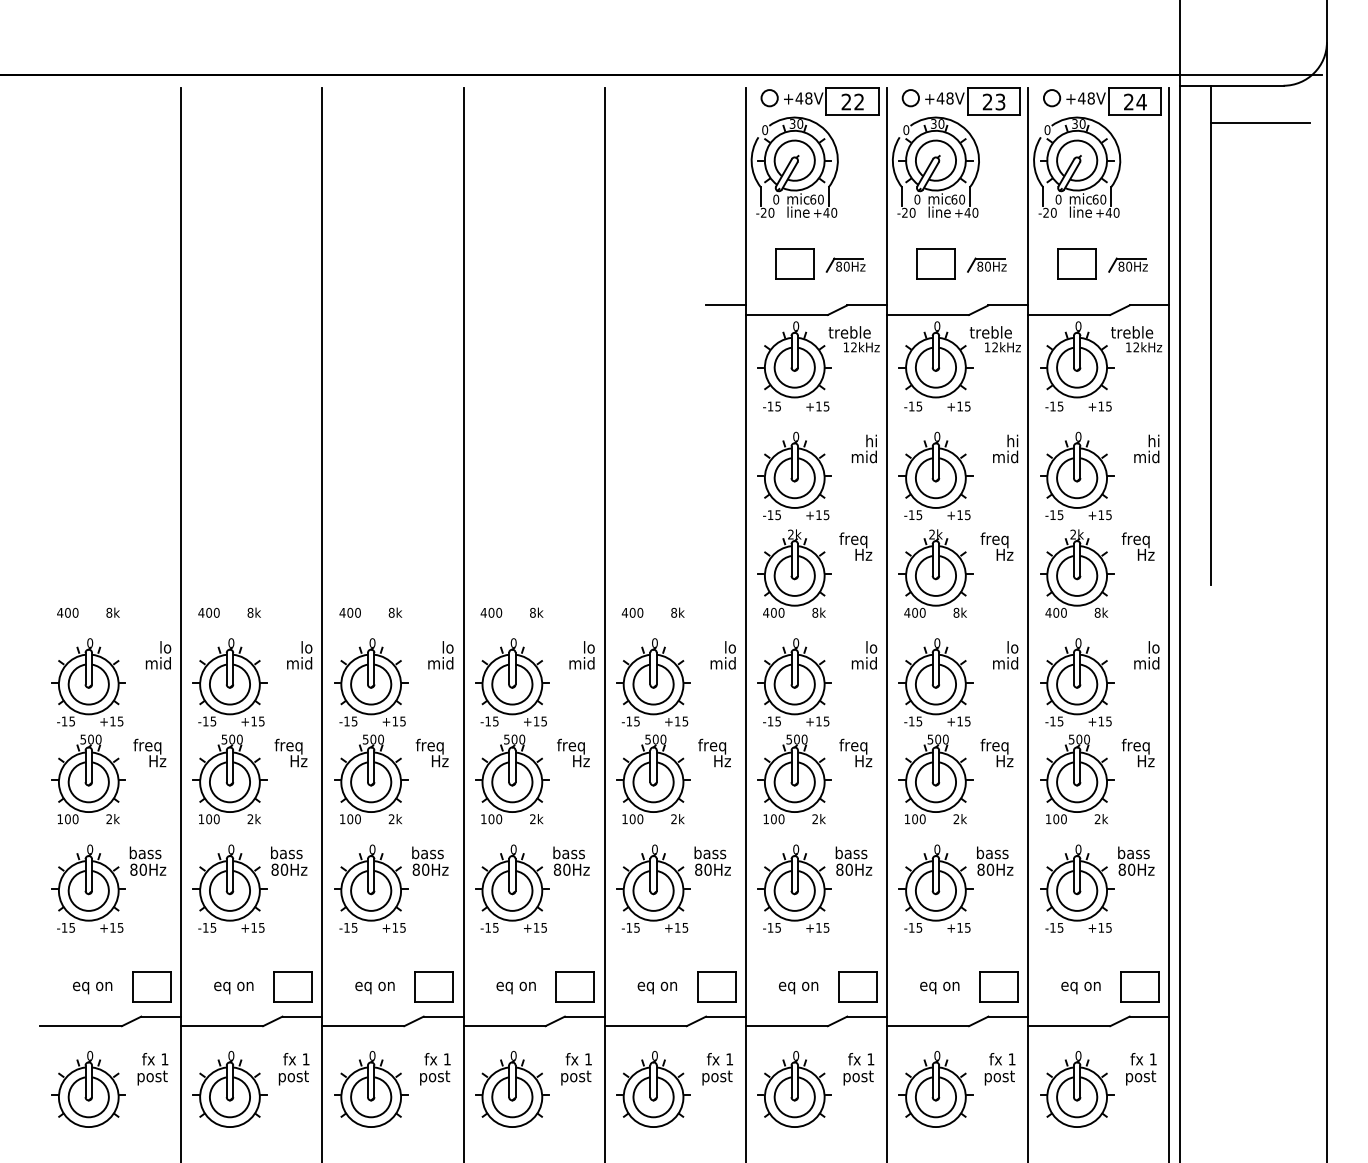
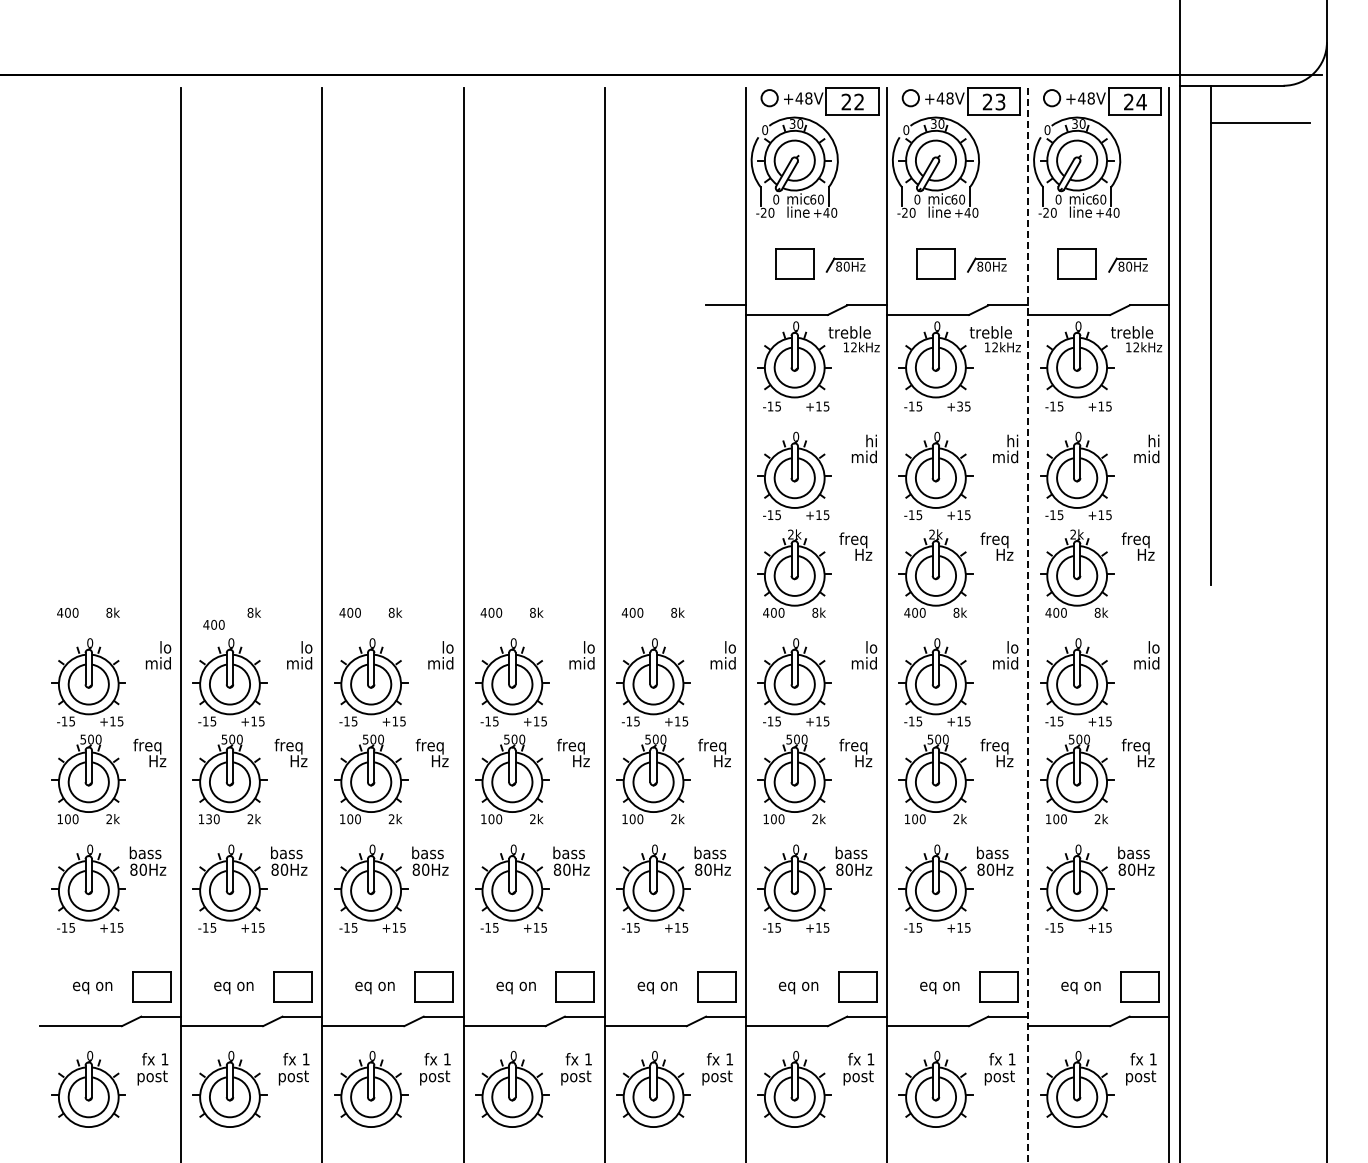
text at (959, 406): +15 -> +35
text at (208, 612) position: (208, 612) -> (213, 624)
line at (1028, 625): solid -> dashed
text at (209, 819): 100 -> 130
